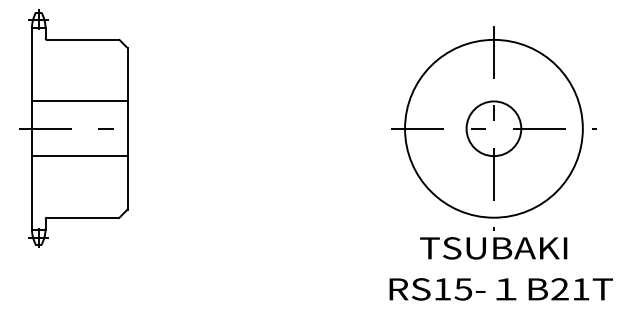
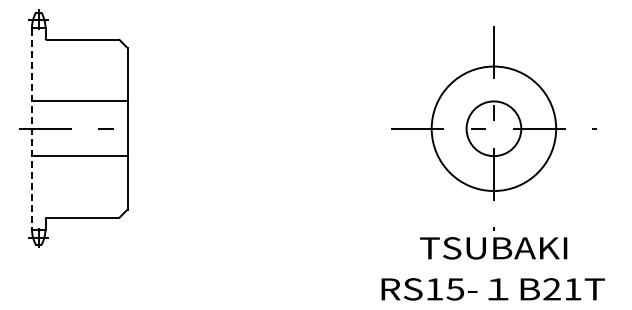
line at (31, 128): solid -> dashed
circle at (493, 128) diameter: 178 px -> 124 px
text at (500, 289) position: (500, 289) -> (492, 289)
